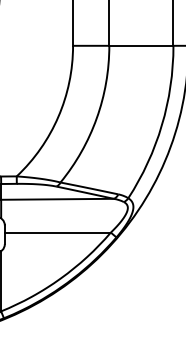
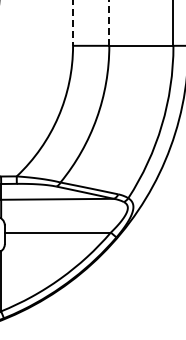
line at (109, 22): solid -> dashed
line at (73, 23): solid -> dashed
